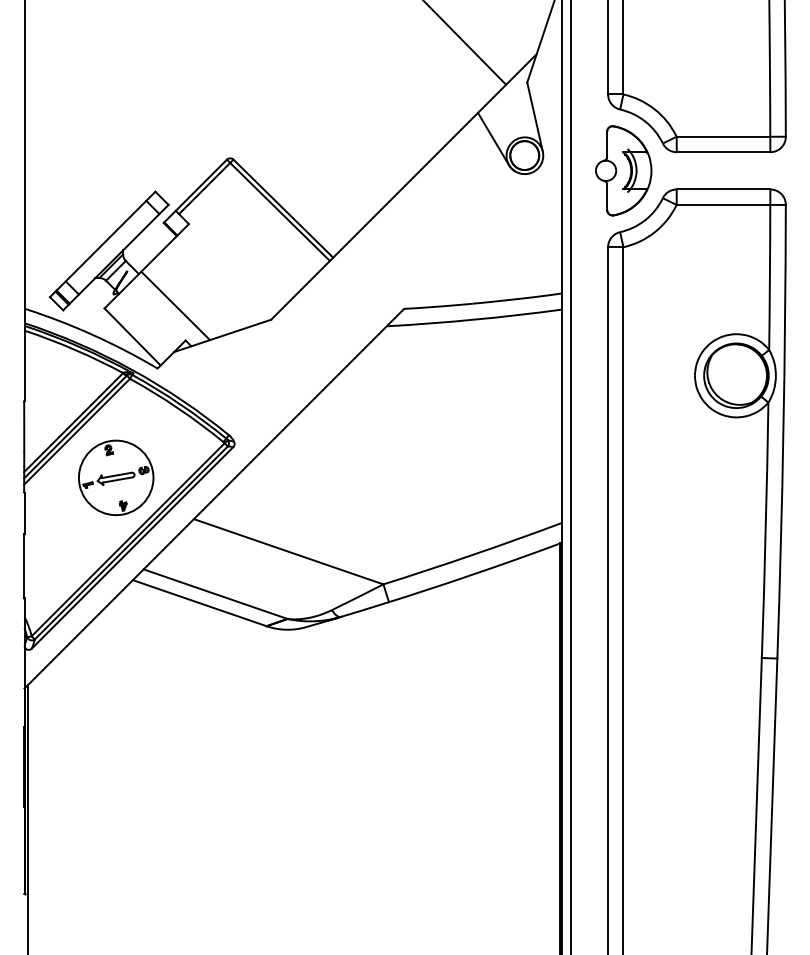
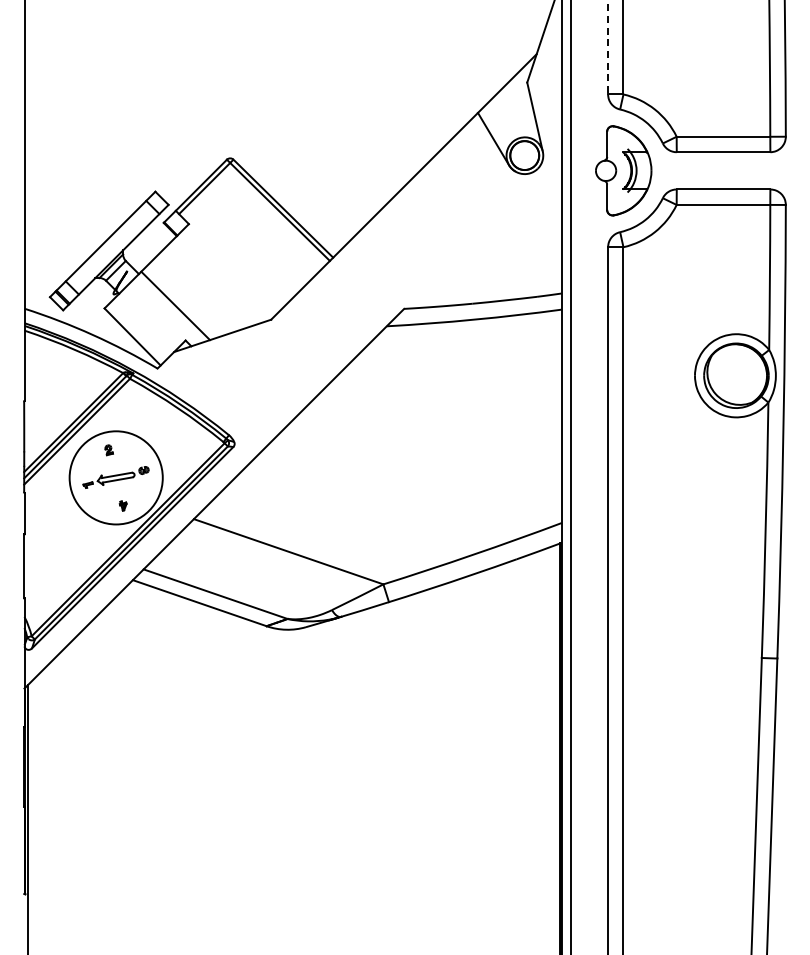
line at (465, 43): present -> none
line at (608, 47): solid -> dashed
circle at (115, 477) diameter: 75 px -> 93 px
